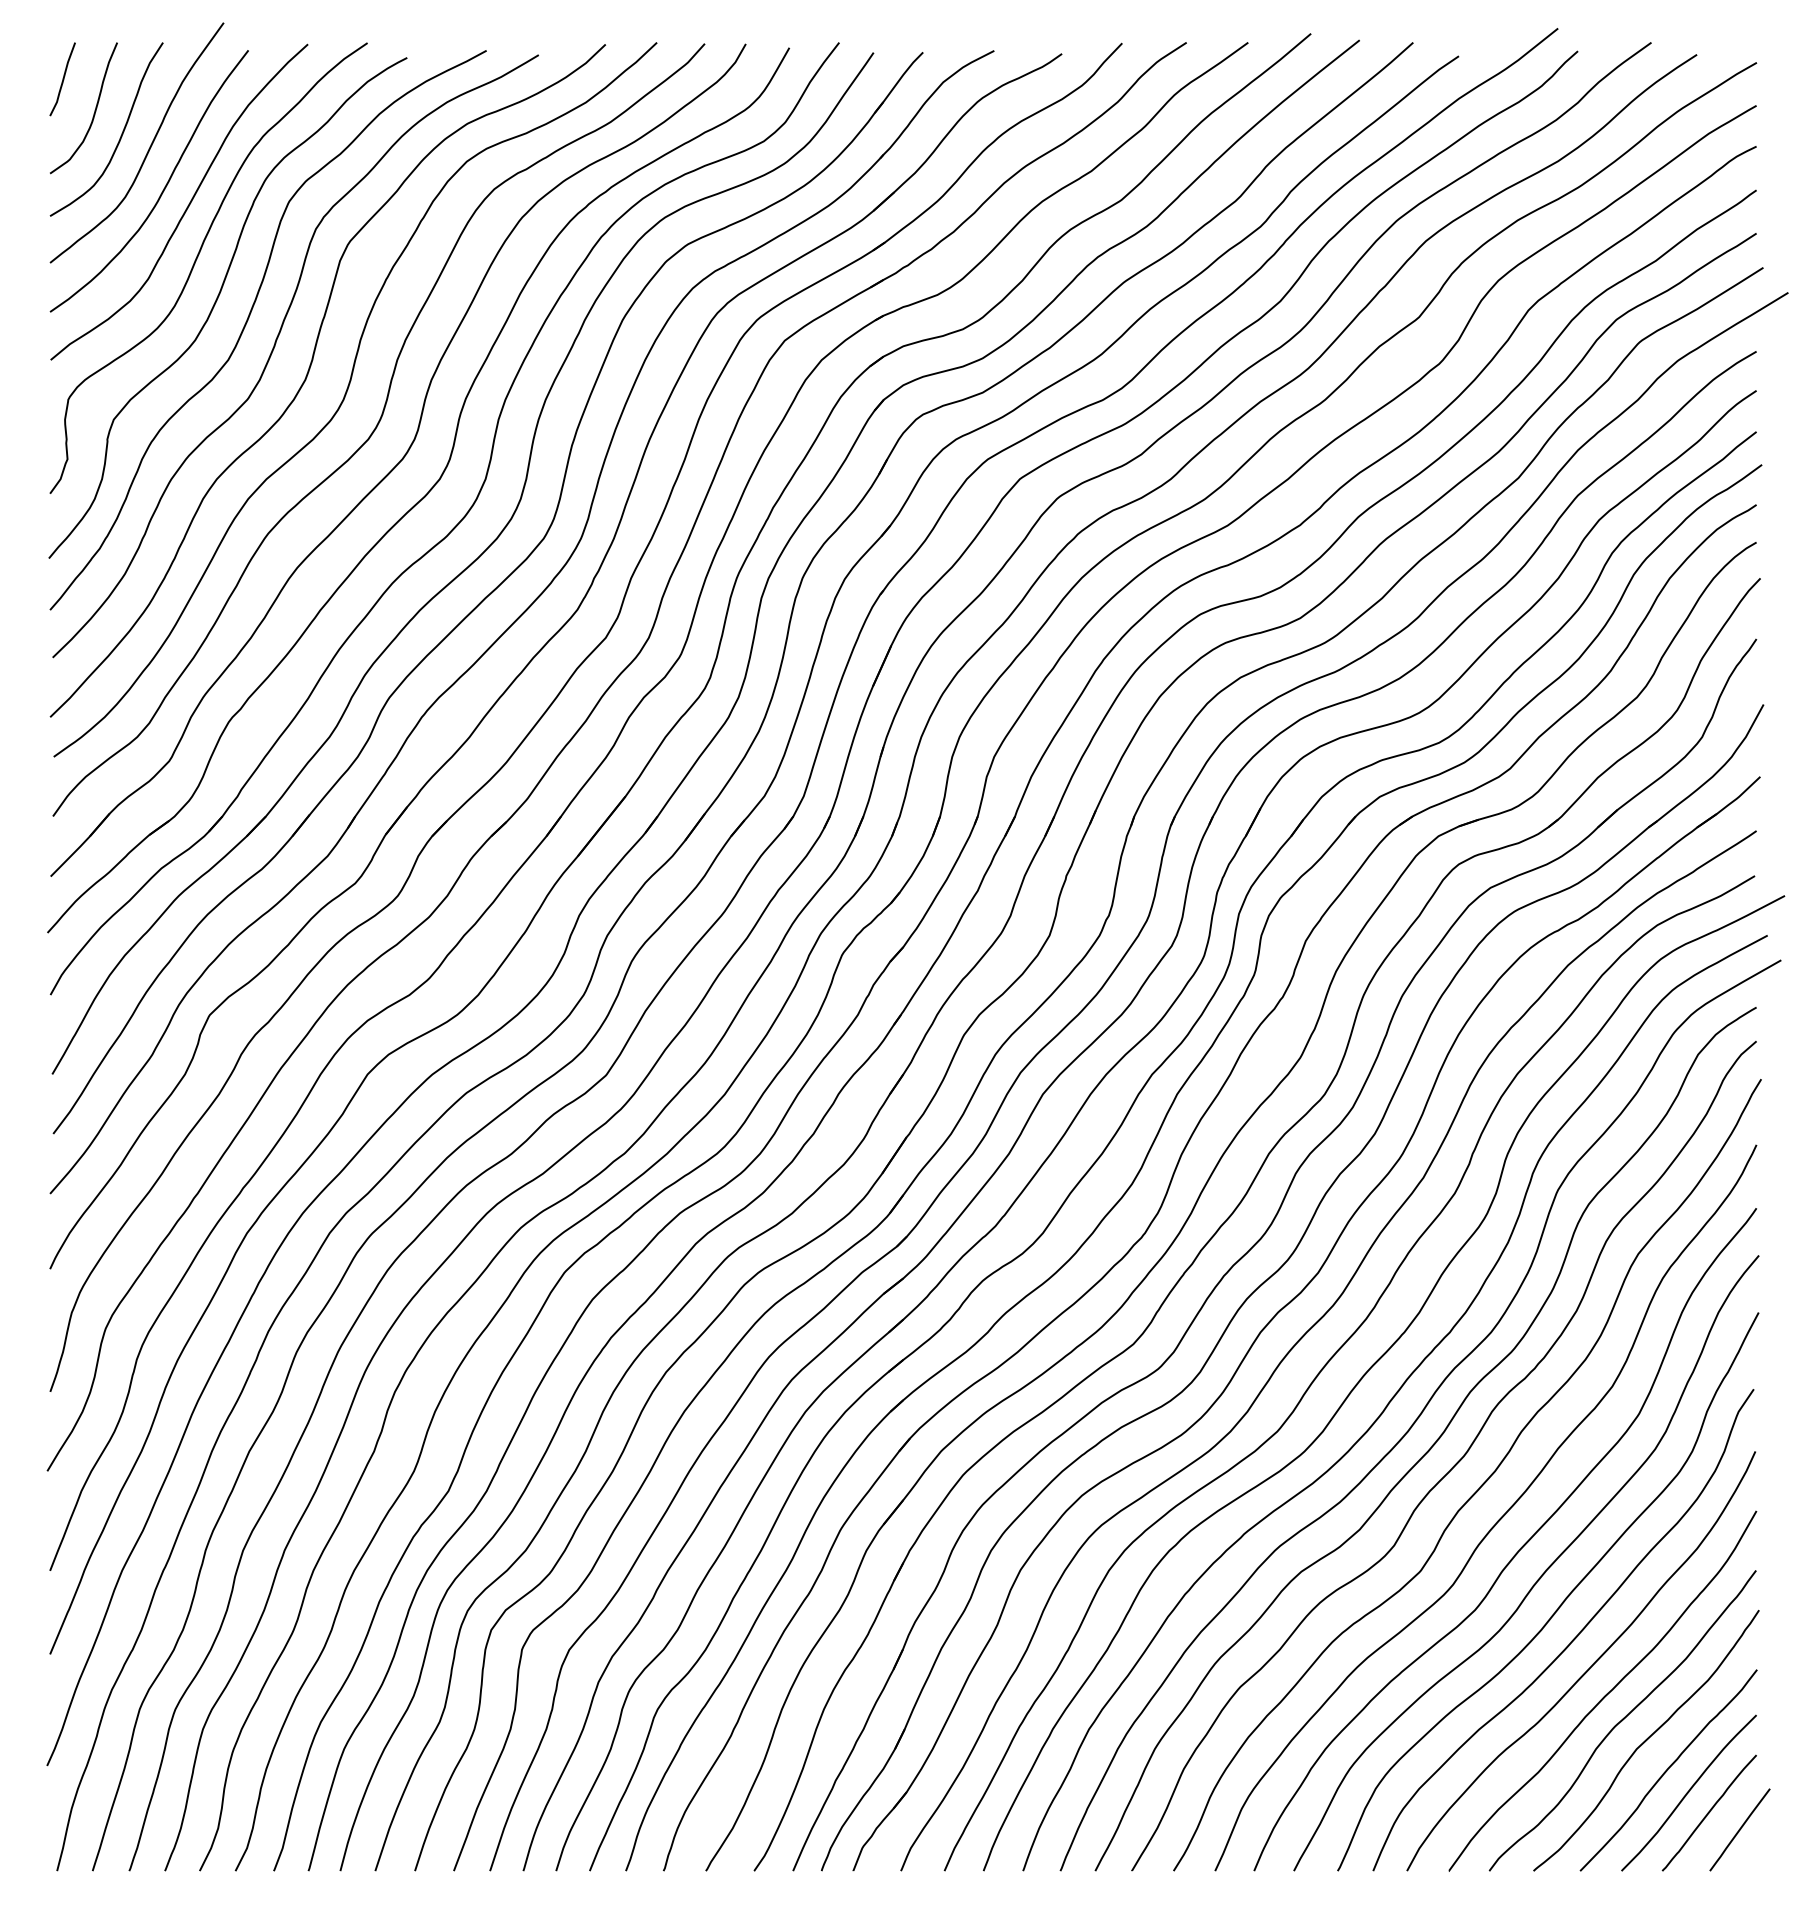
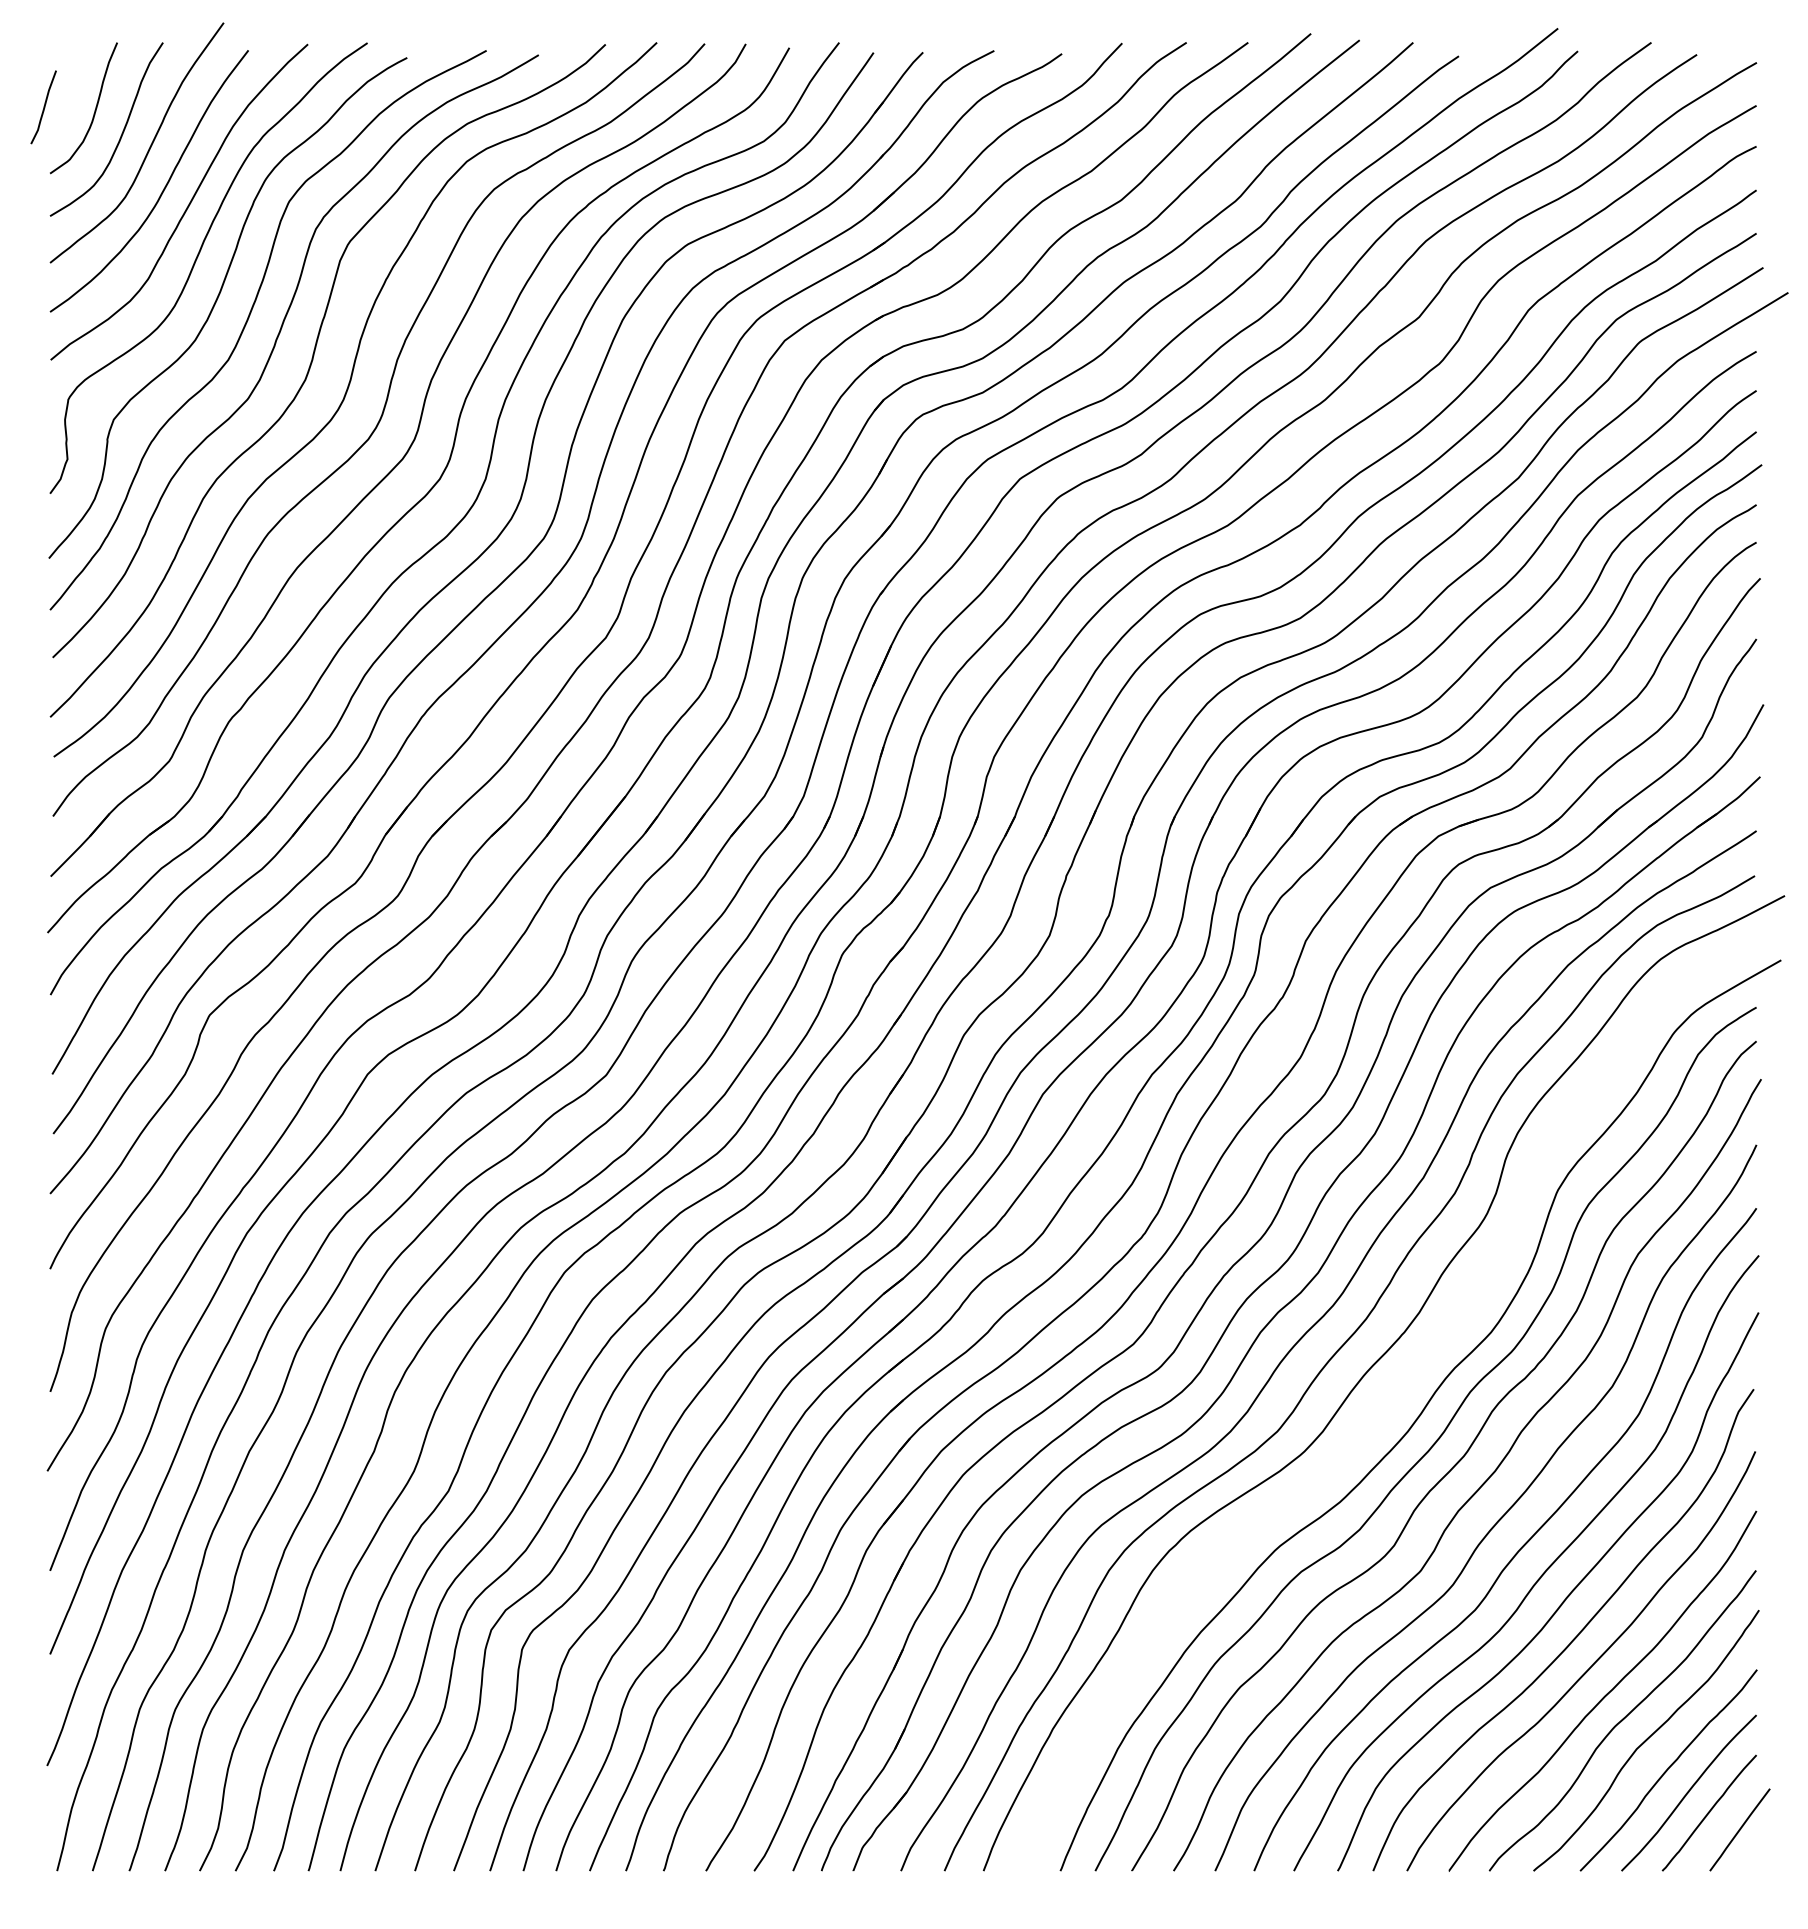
curve at (62, 79) position: (62, 79) -> (43, 107)
curve at (1392, 1400): present -> none
